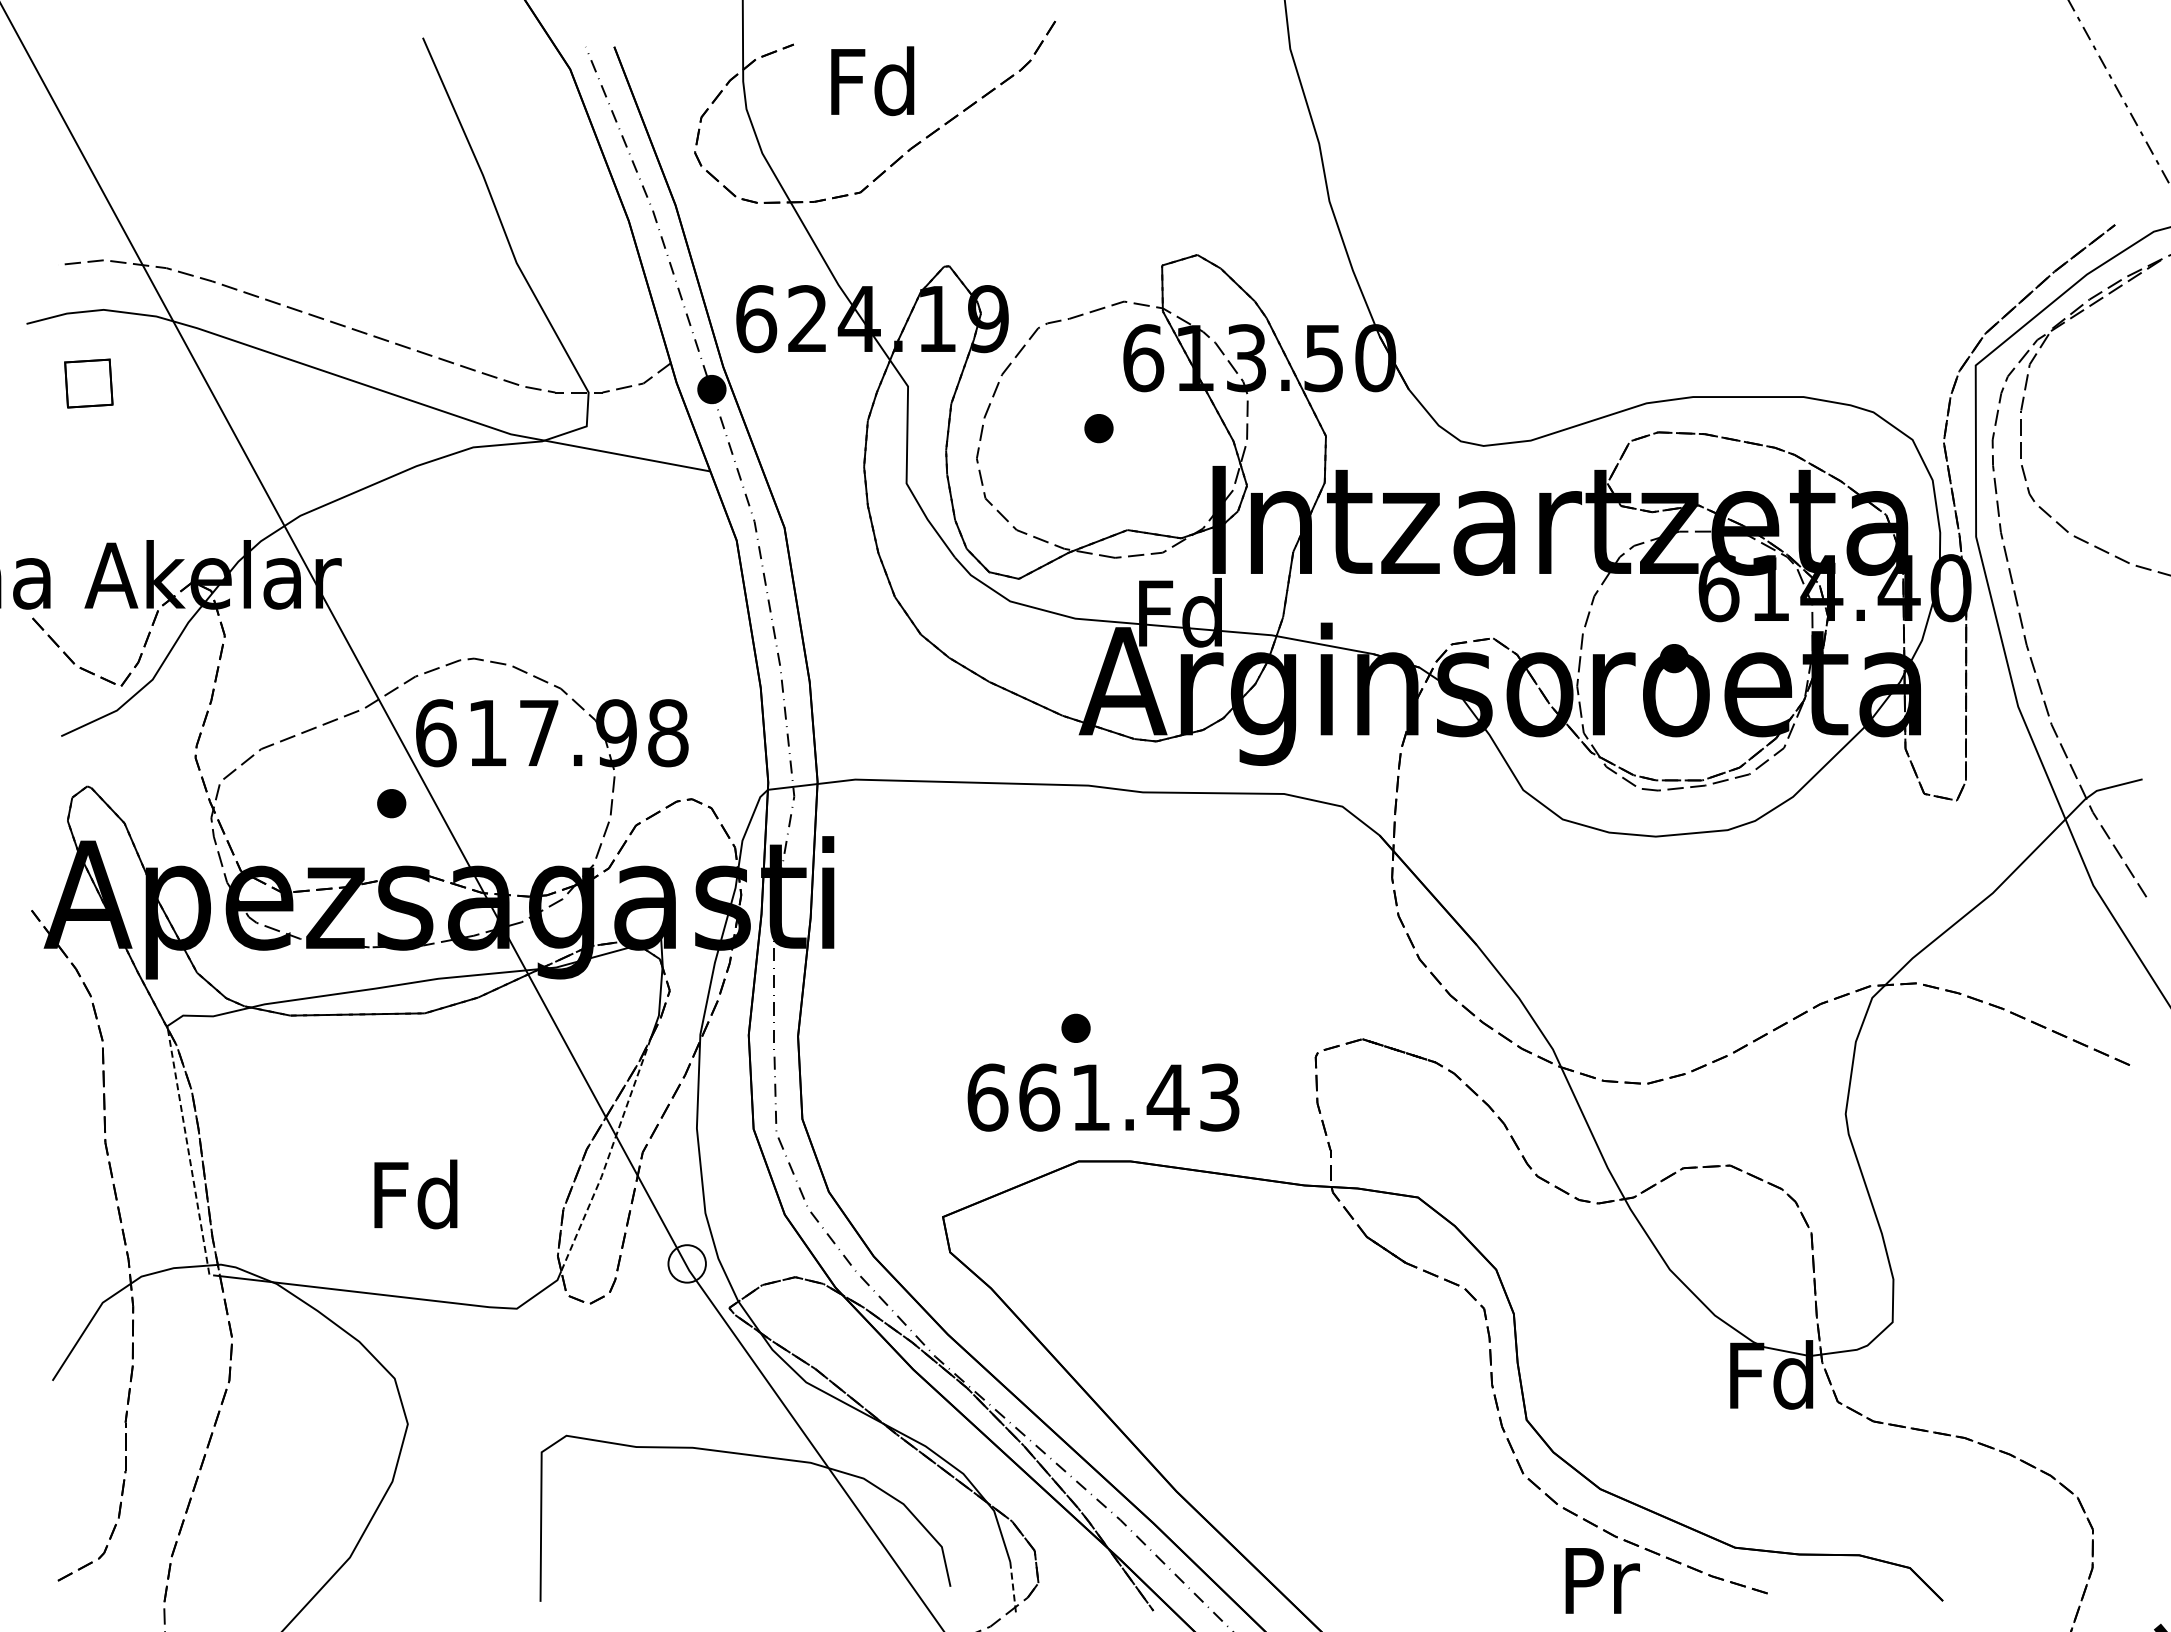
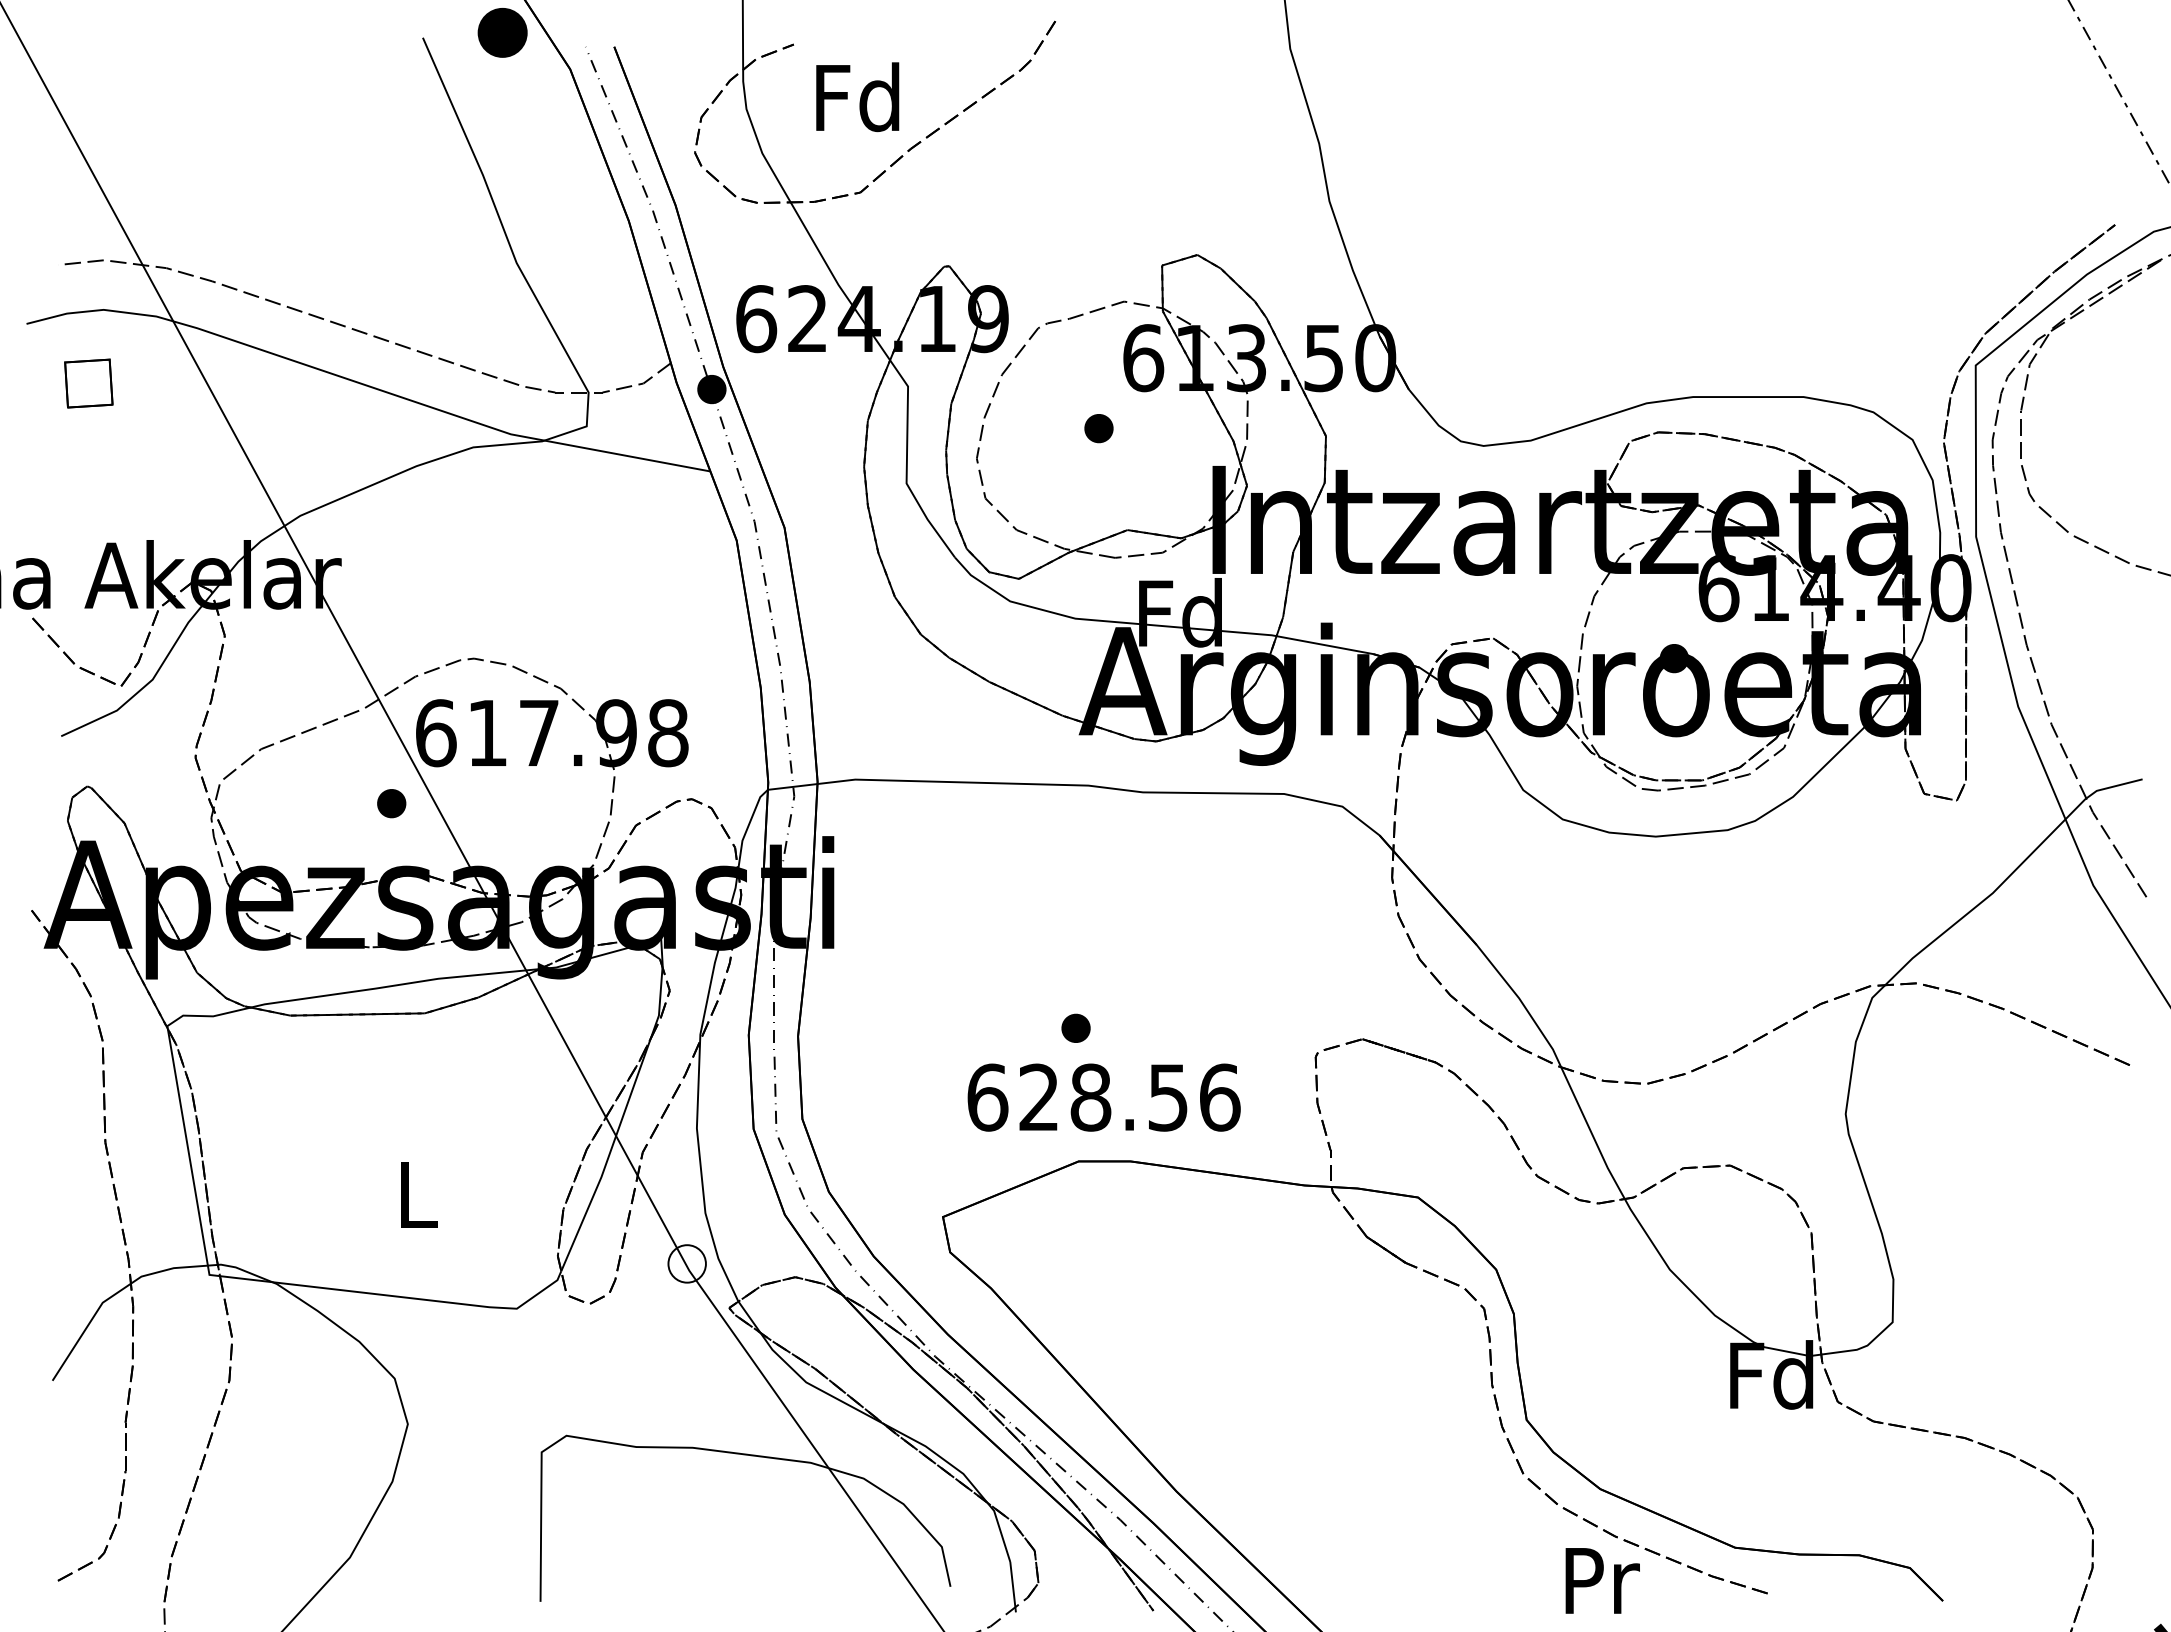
part at (502, 32): none -> present
text at (872, 81) position: (872, 81) -> (857, 97)
text at (1129, 1097): 661.43 -> 628.56
line at (608, 1156): dashed -> solid
line at (189, 1157): dashed -> solid
text at (415, 1194): Fd -> L
line at (1013, 1586): dashed -> solid
